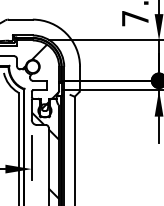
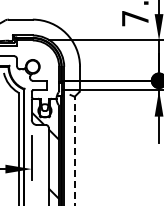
hatch at (40, 76): present -> none
line at (74, 150): solid -> dashed
